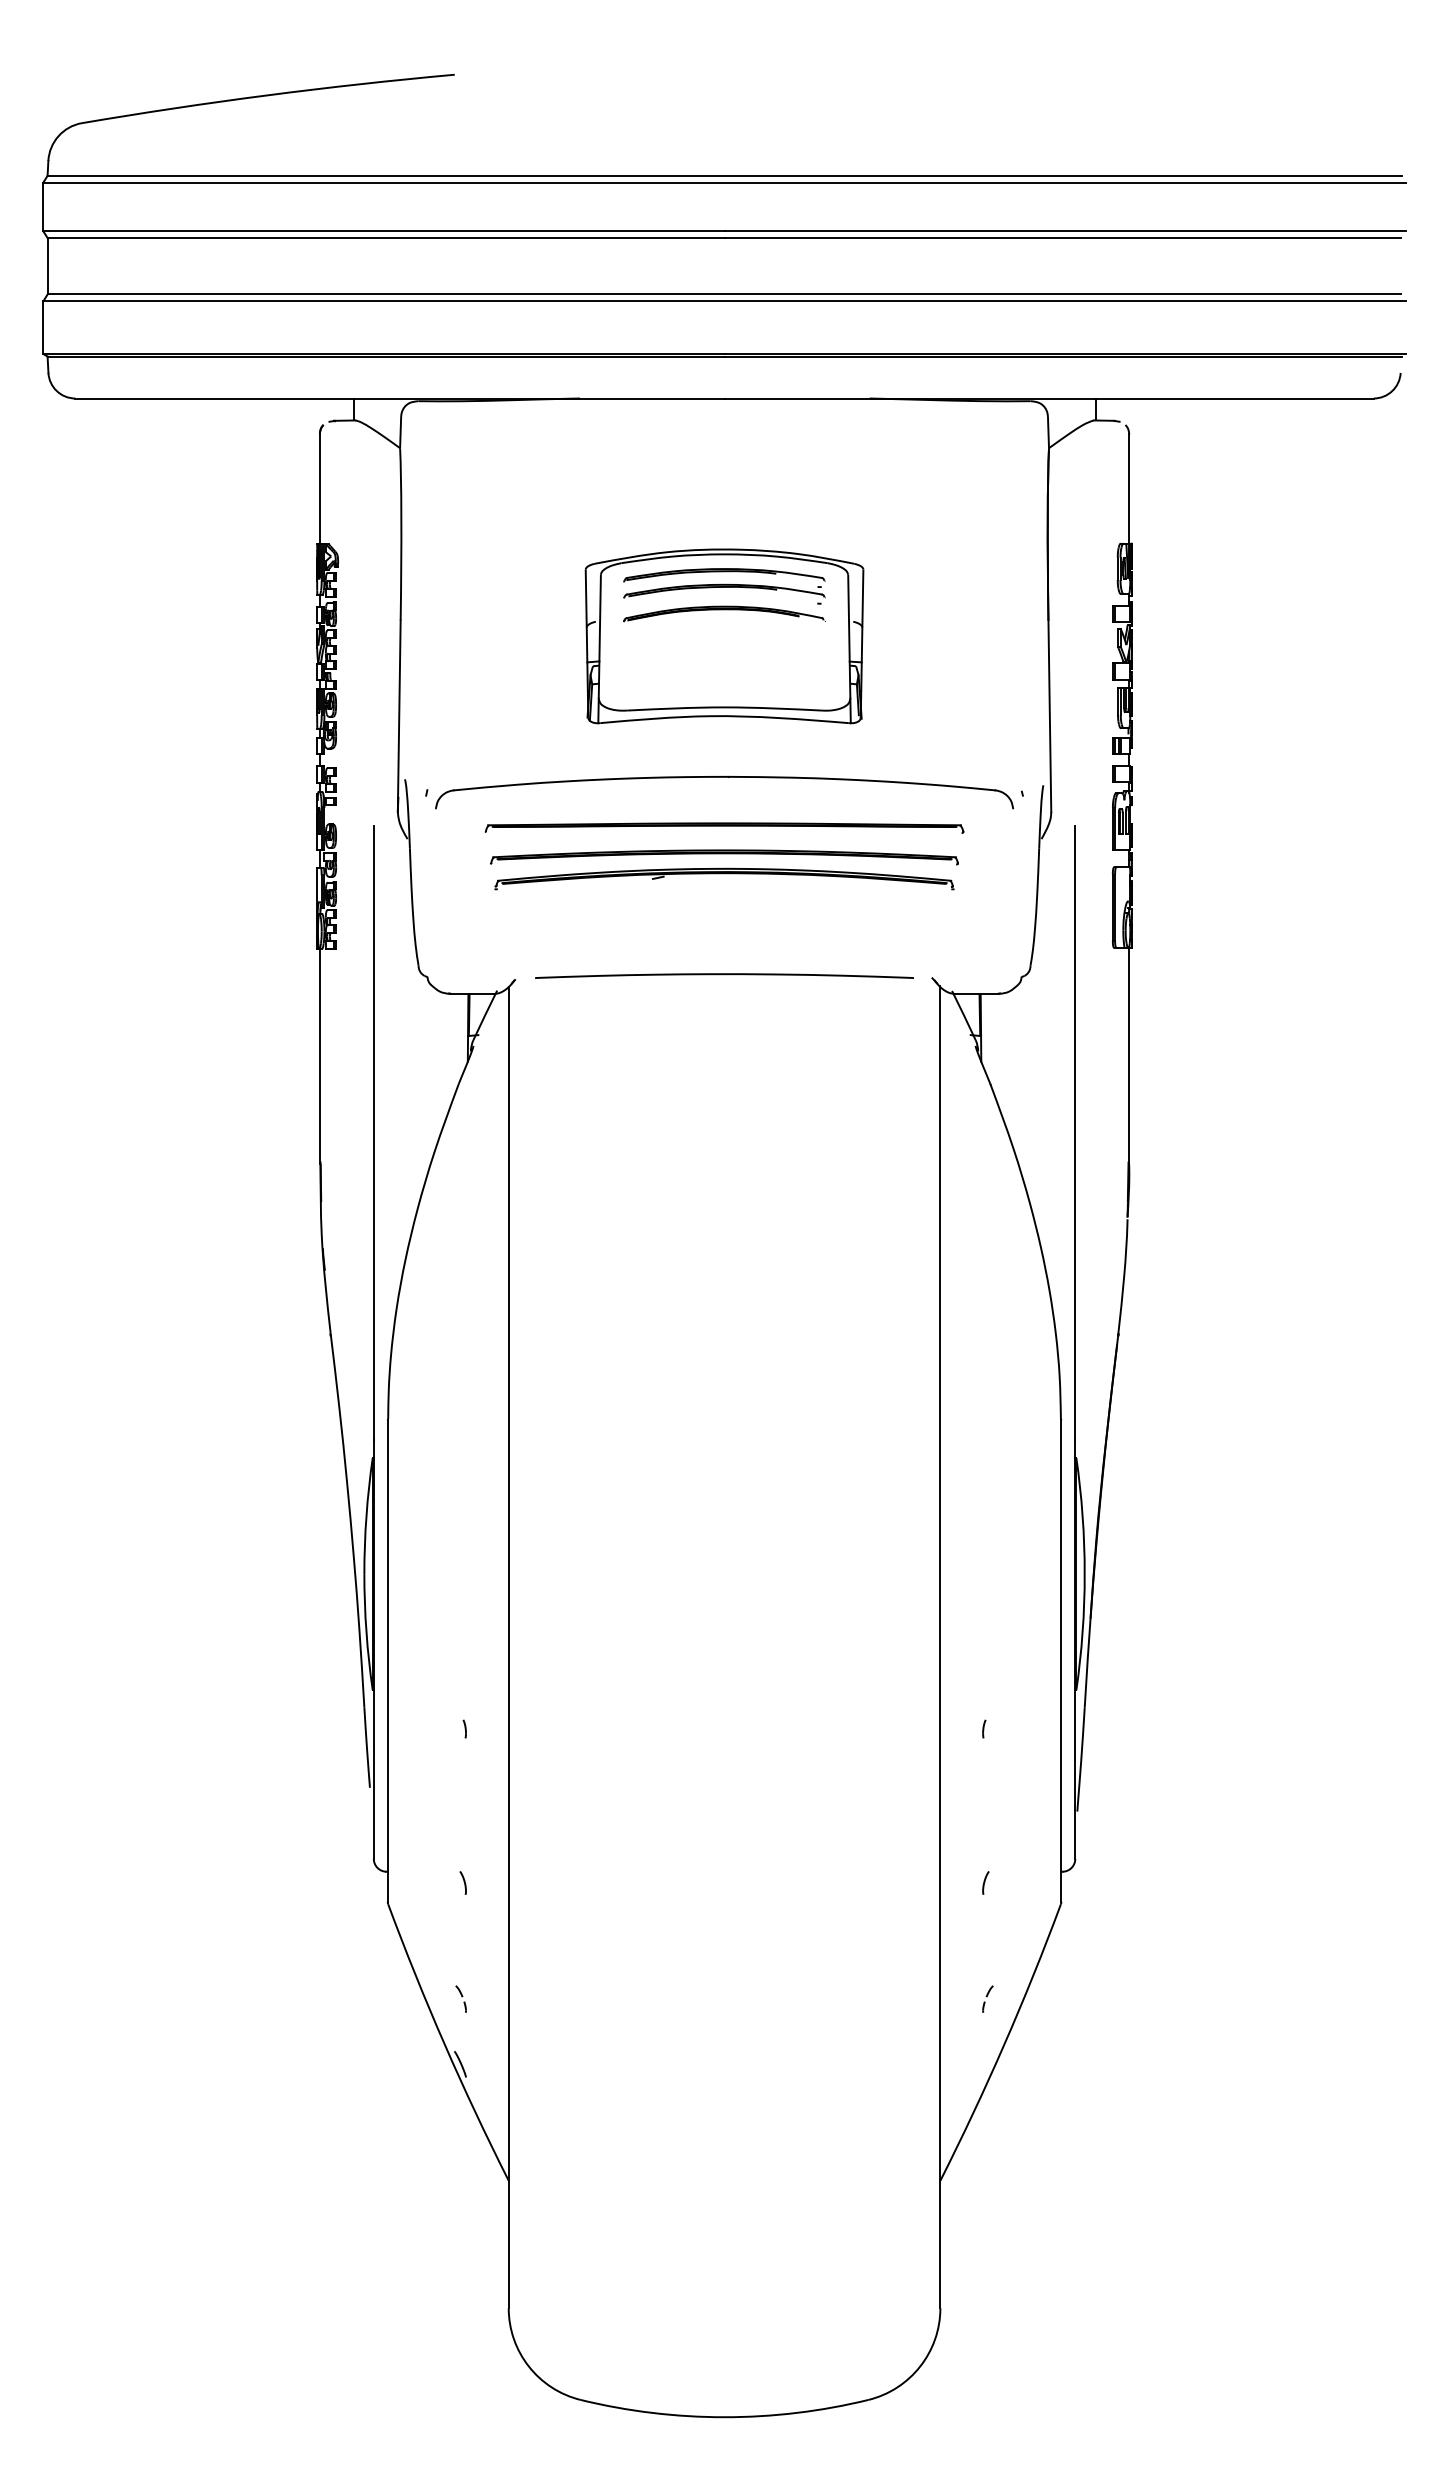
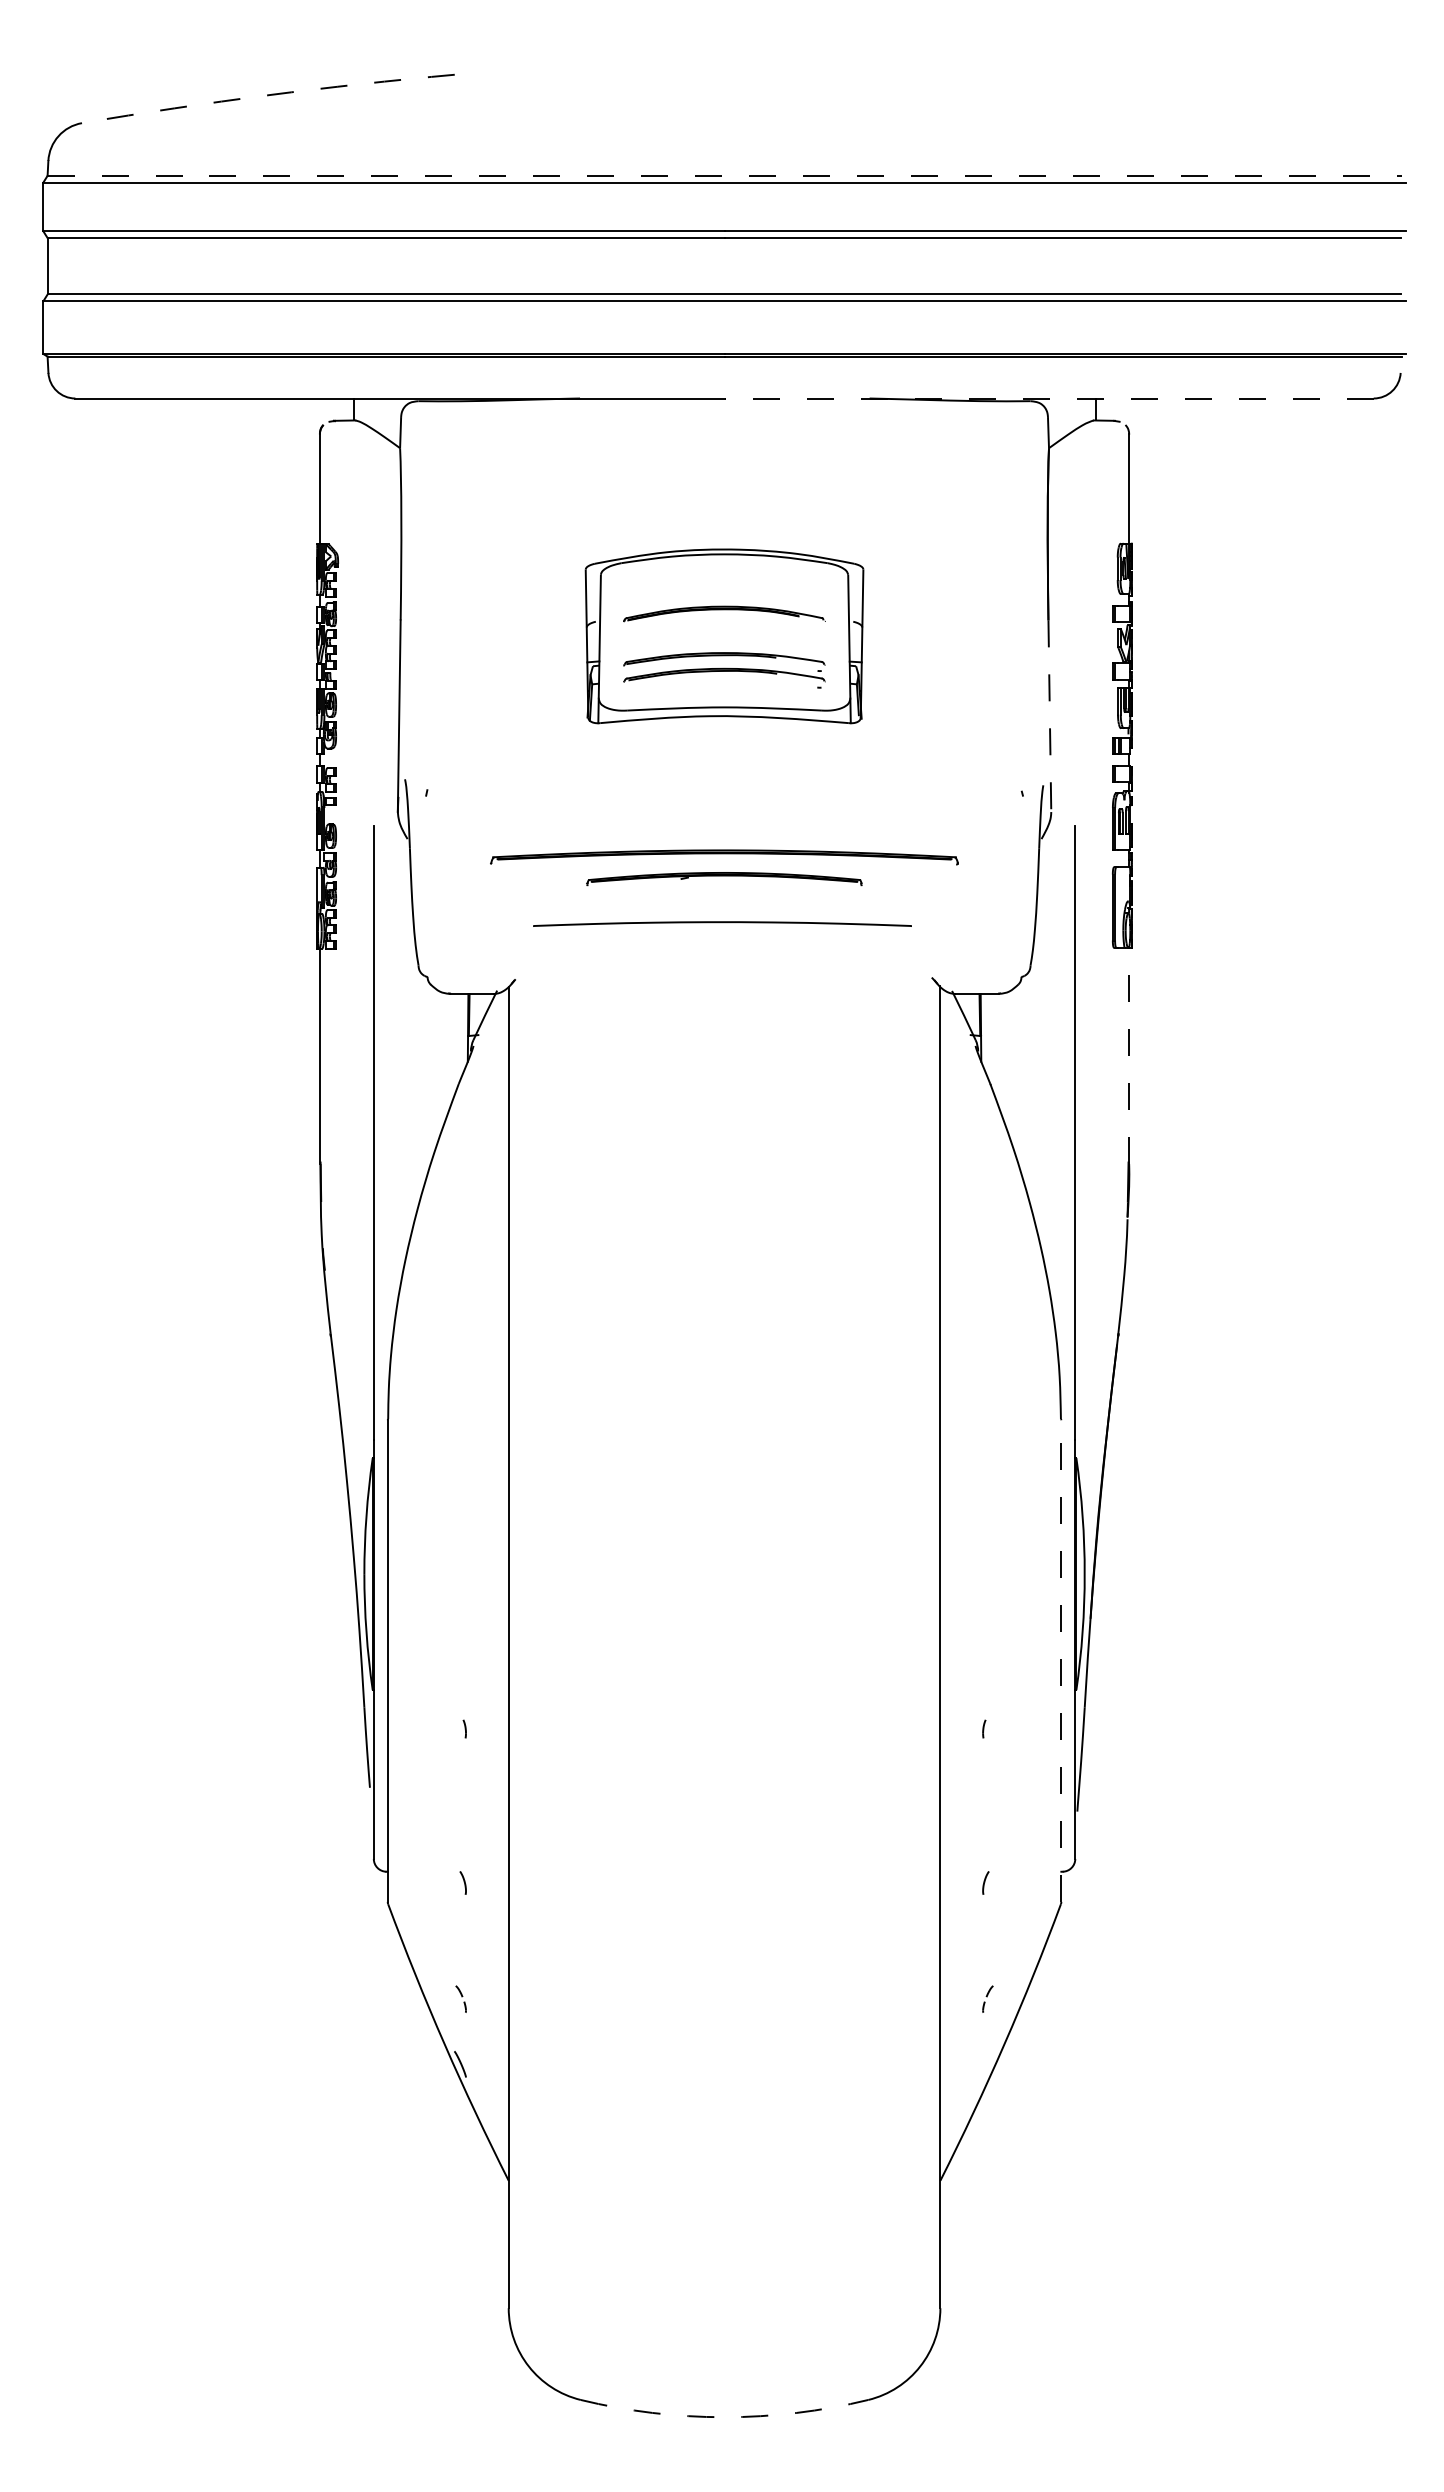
arc at (267, 95): solid -> dashed
line at (724, 175): solid -> dashed
line at (1049, 398): solid -> dashed
part at (724, 586) position: (724, 586) -> (724, 670)
line at (1049, 716): solid -> dashed
part at (724, 777): present -> none
part at (724, 827): present -> none
part at (724, 878) size: 461x24 px -> 277x15 px
part at (724, 975) position: (724, 975) -> (722, 923)
line at (1129, 1056): solid -> dashed
line at (1061, 1661): solid -> dashed
arc at (724, 2417): solid -> dashed
